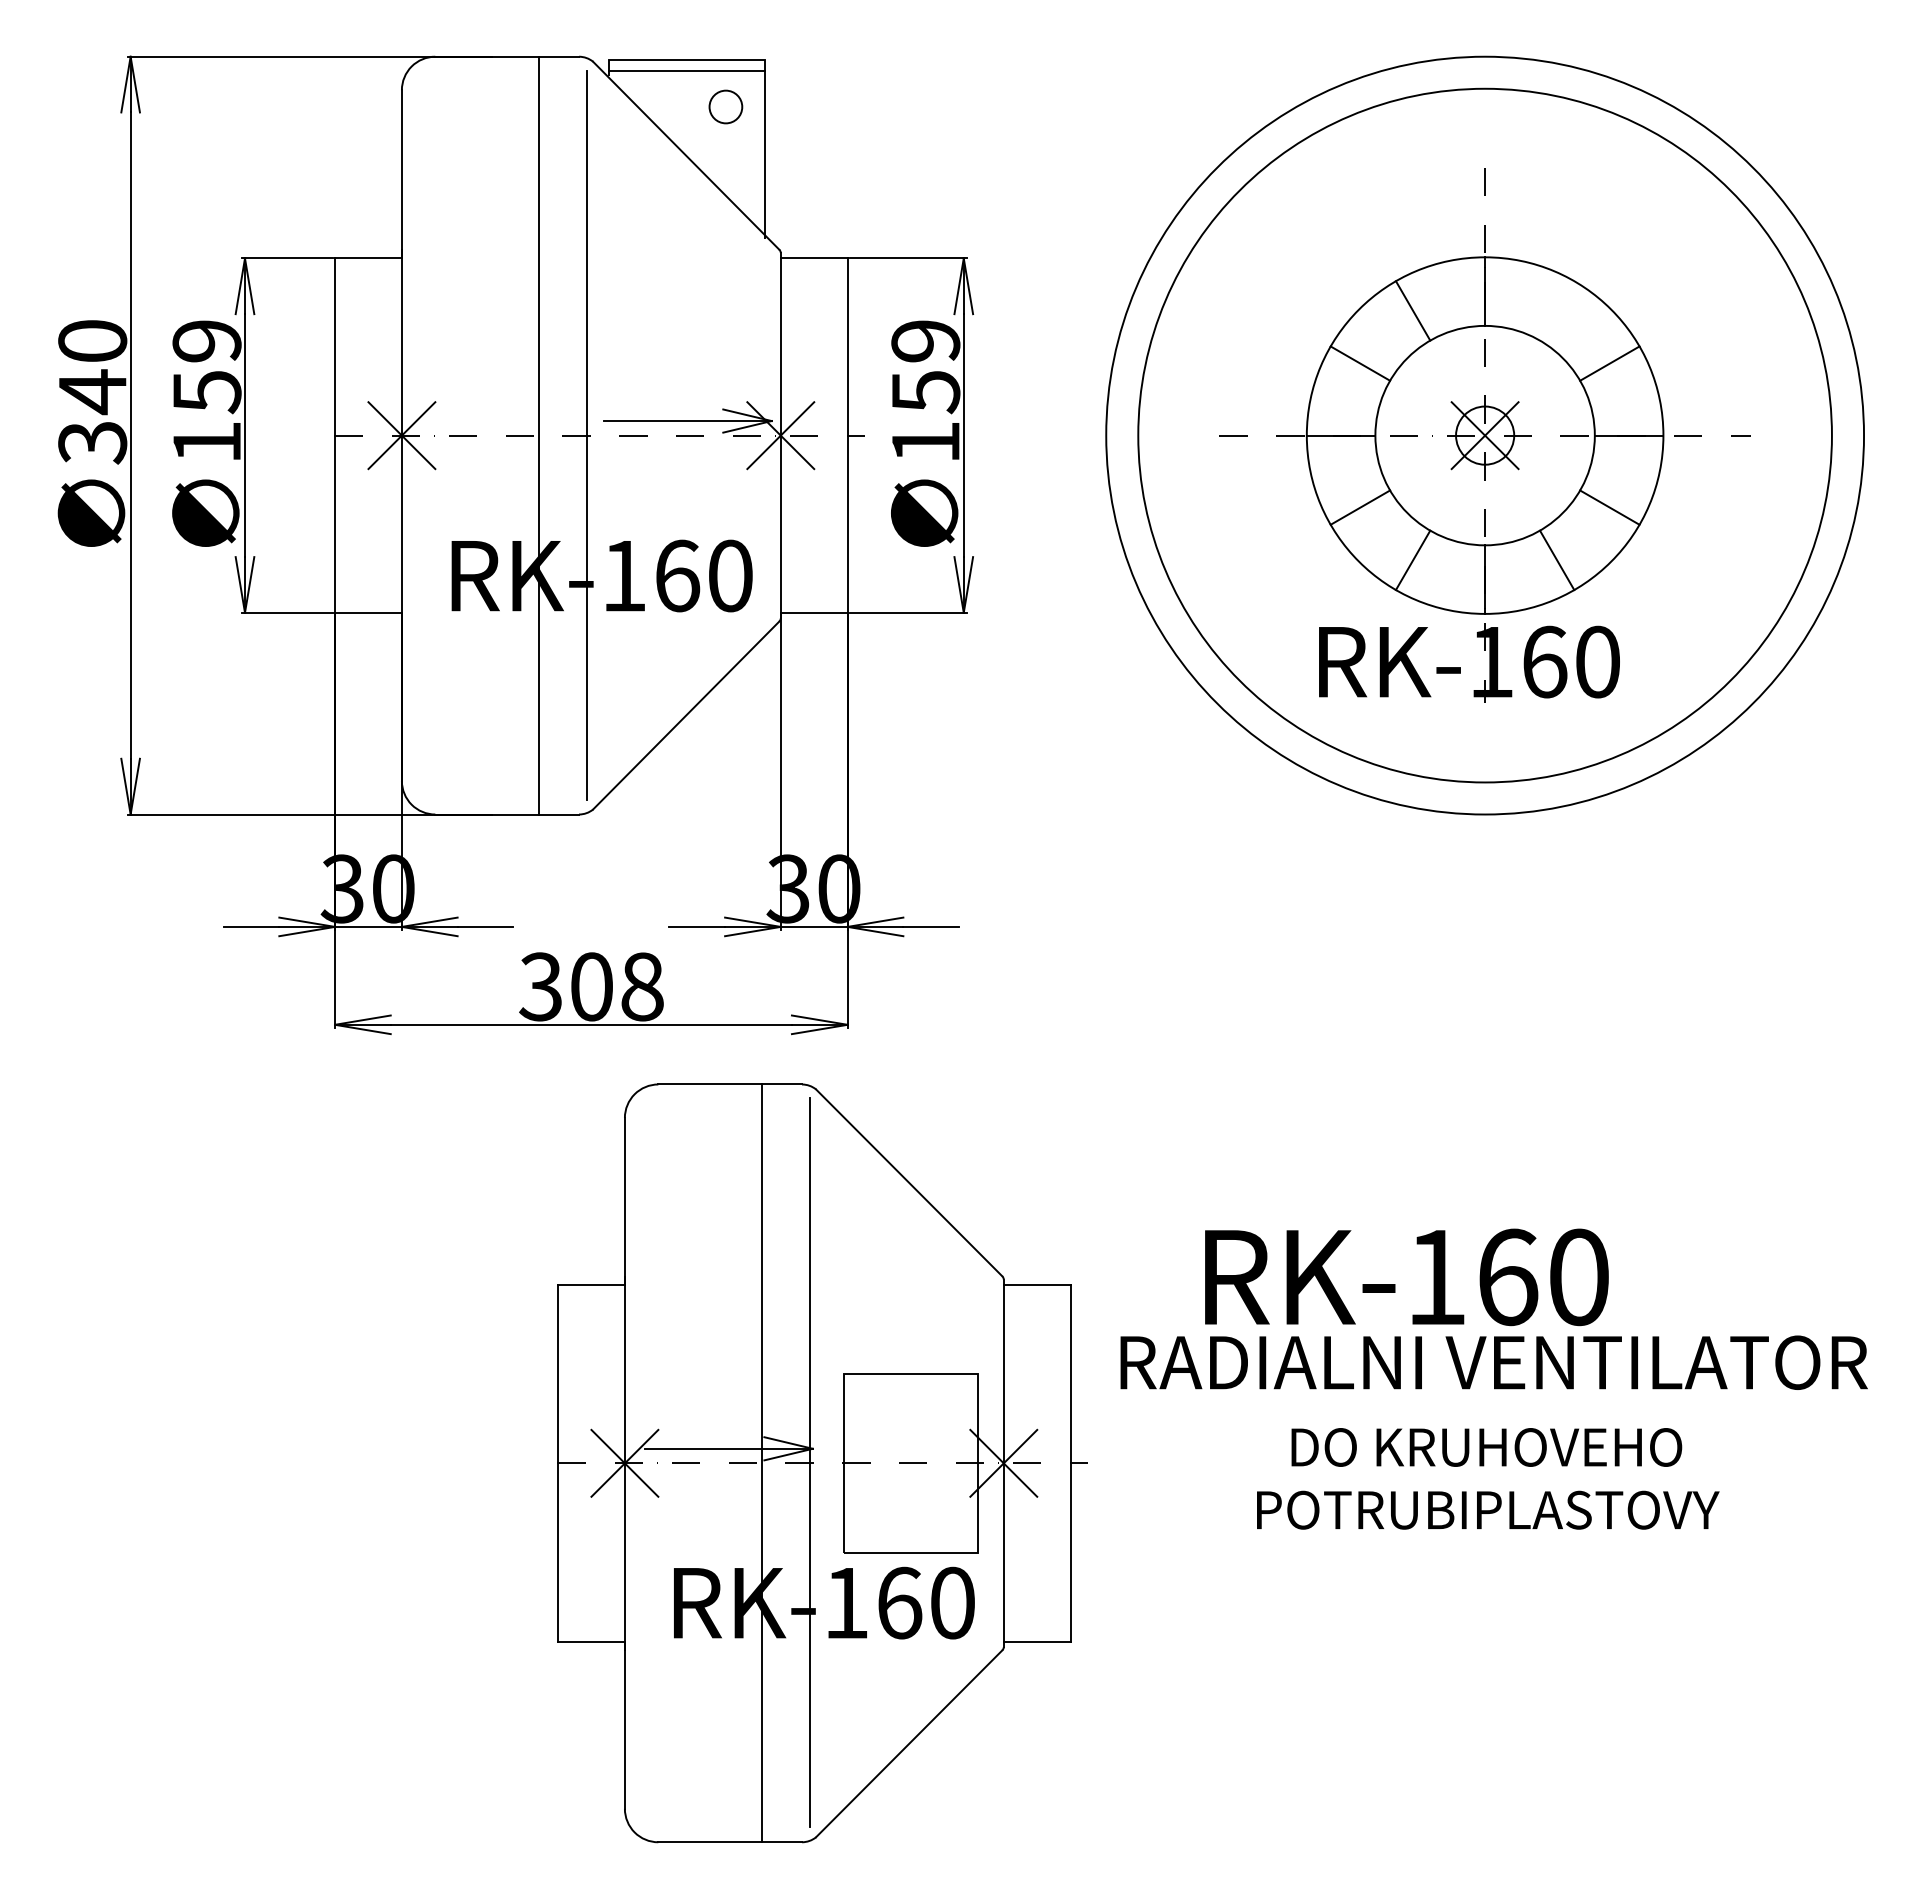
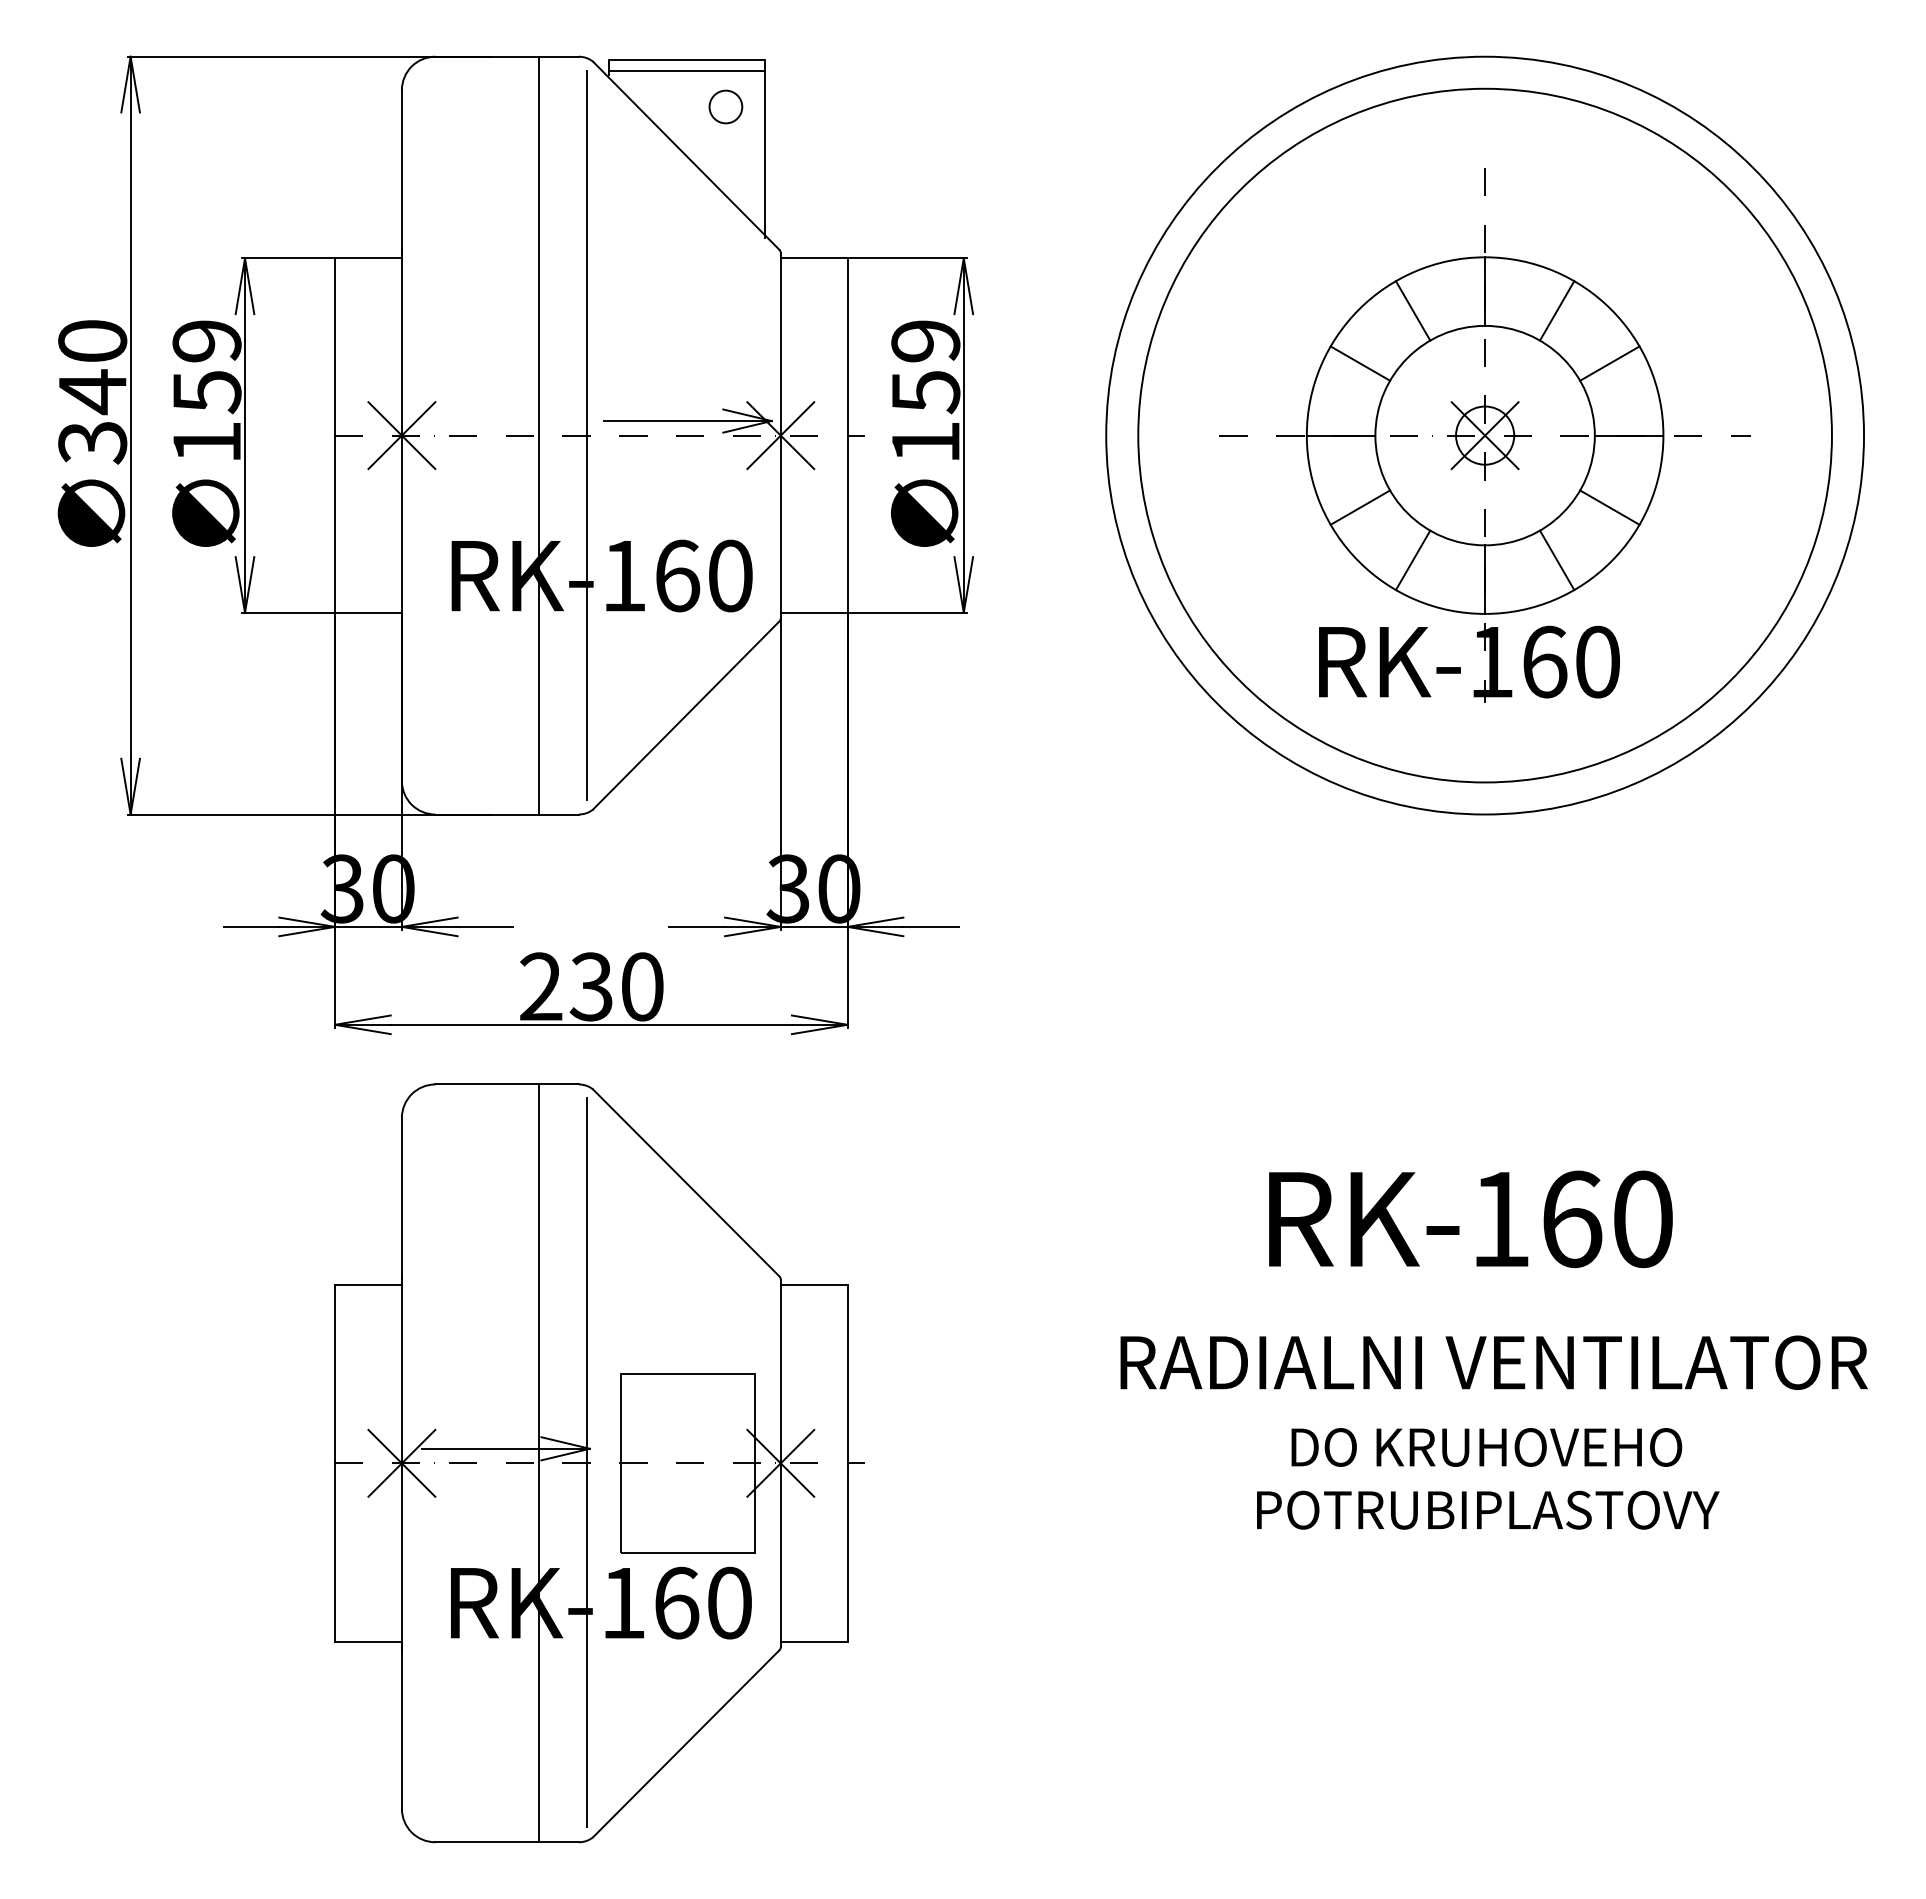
line at (1557, 310): none -> present
text at (591, 986): 308 -> 230
text at (1406, 1277) position: (1406, 1277) -> (1470, 1219)
part at (822, 1463) position: (822, 1463) -> (599, 1463)
